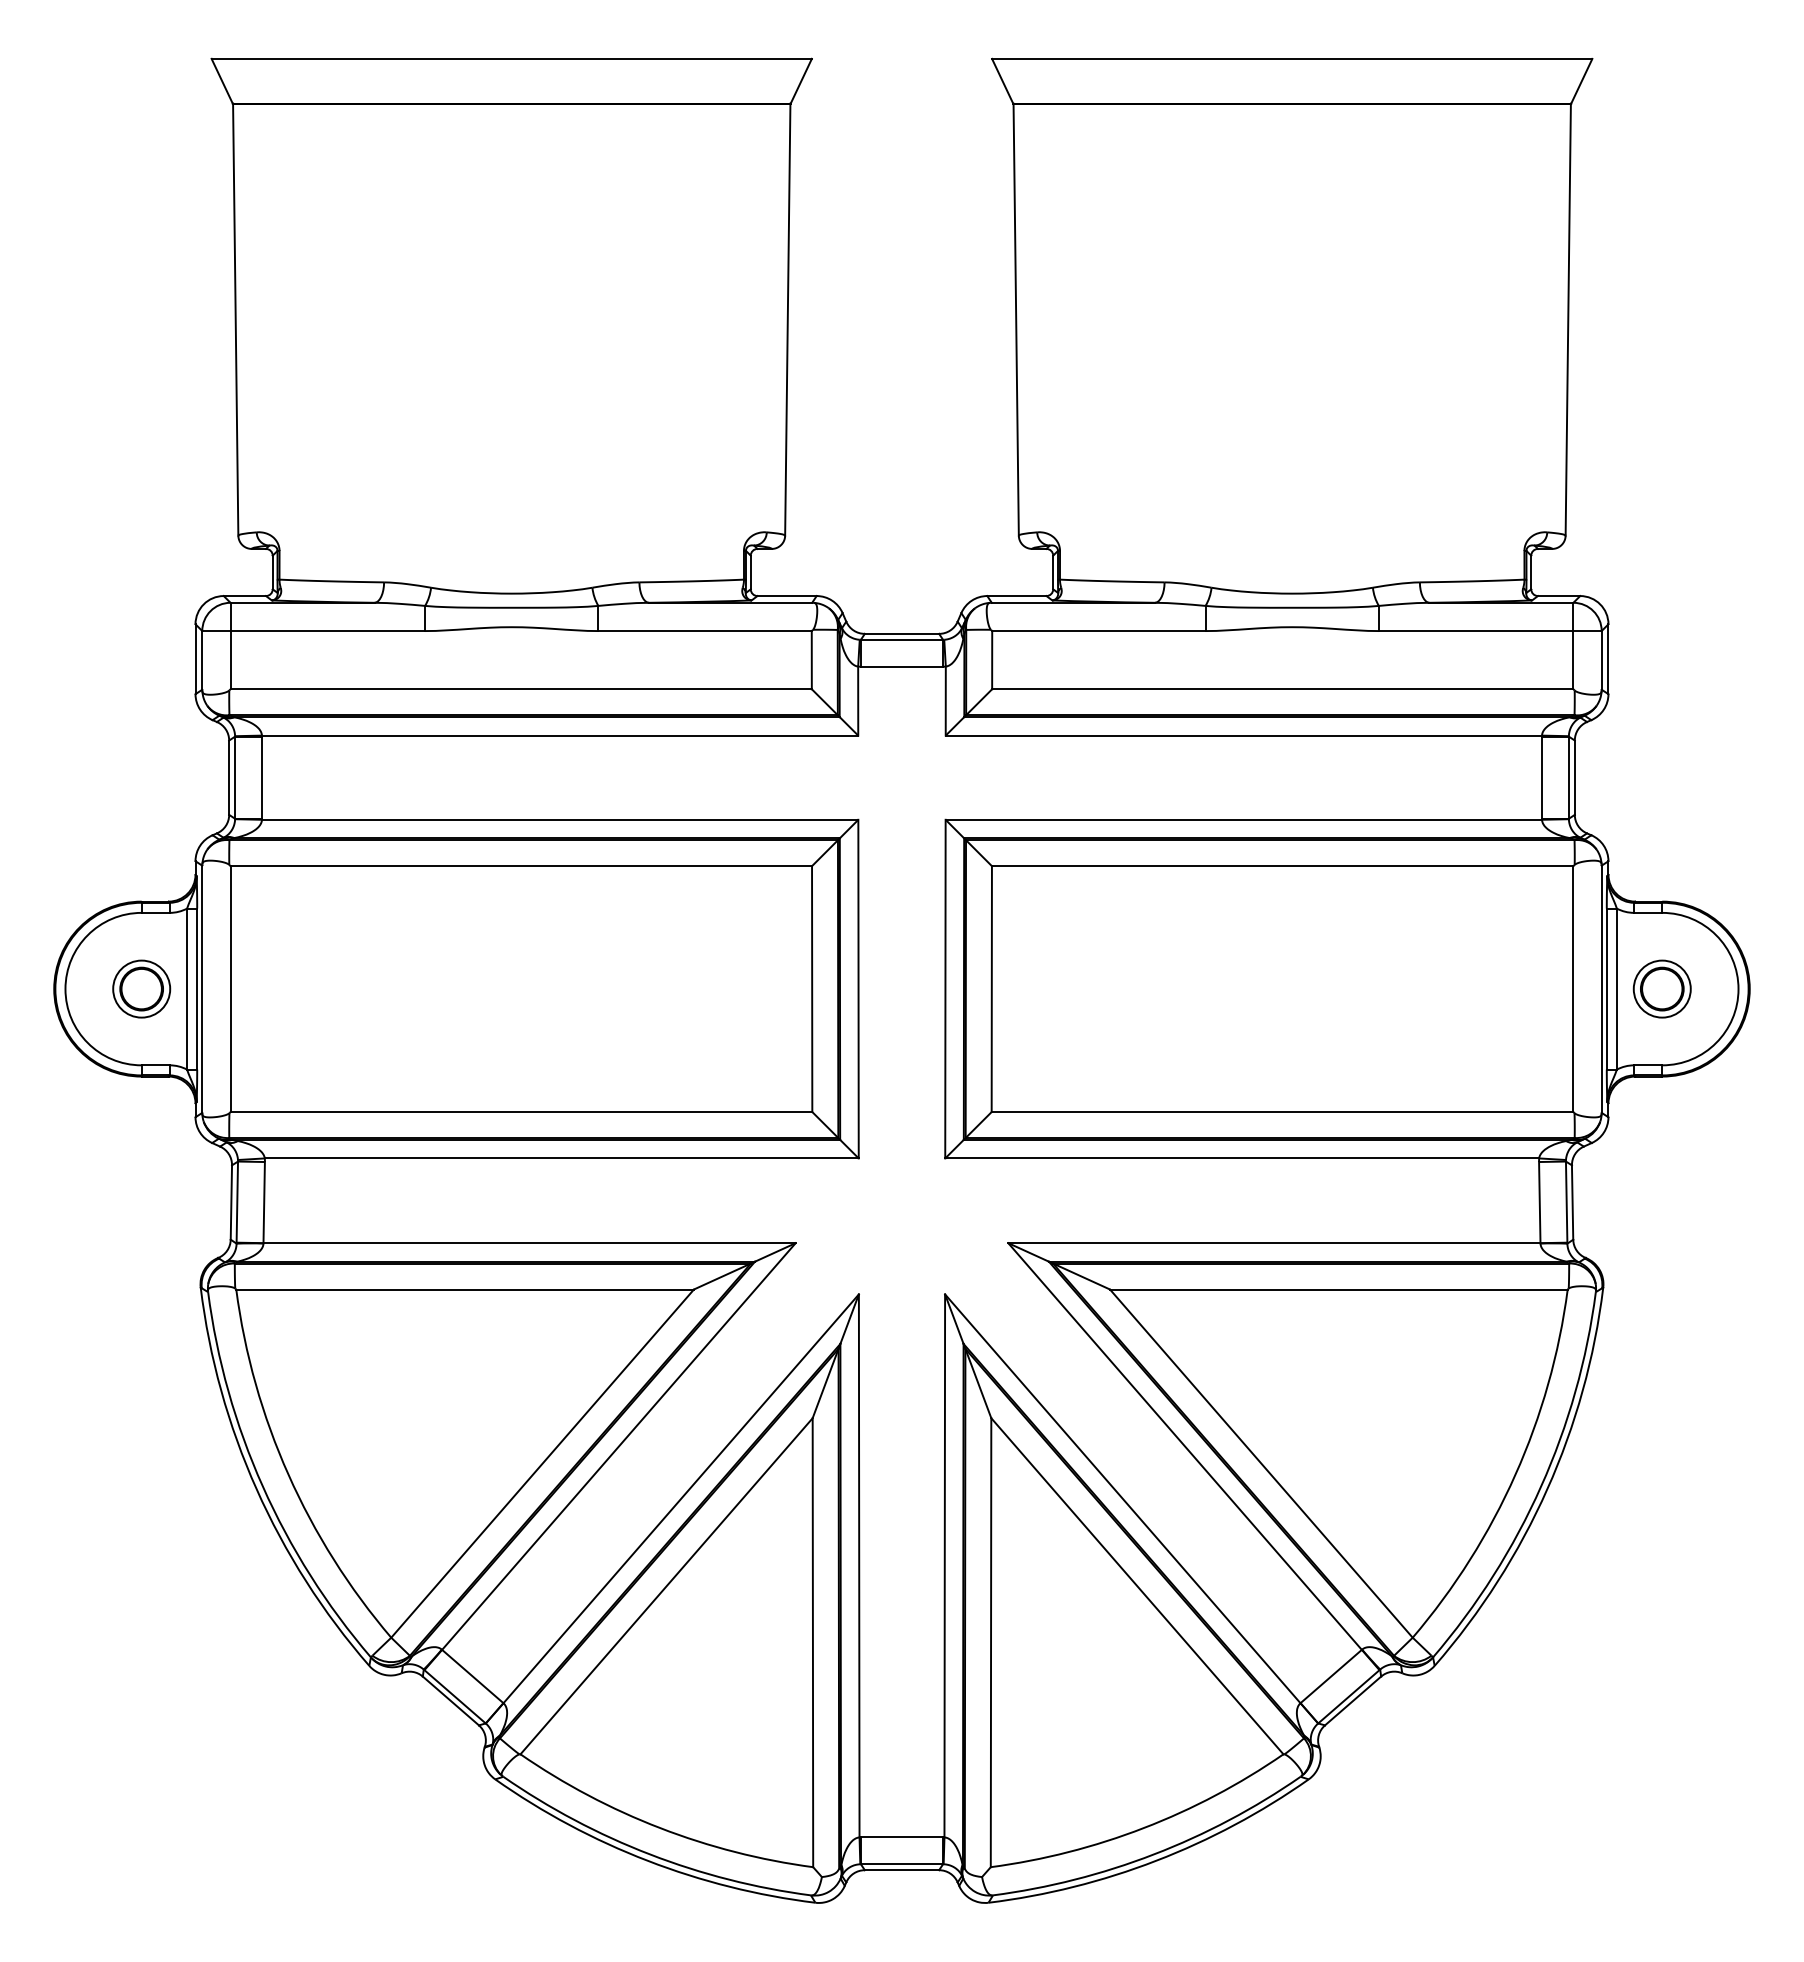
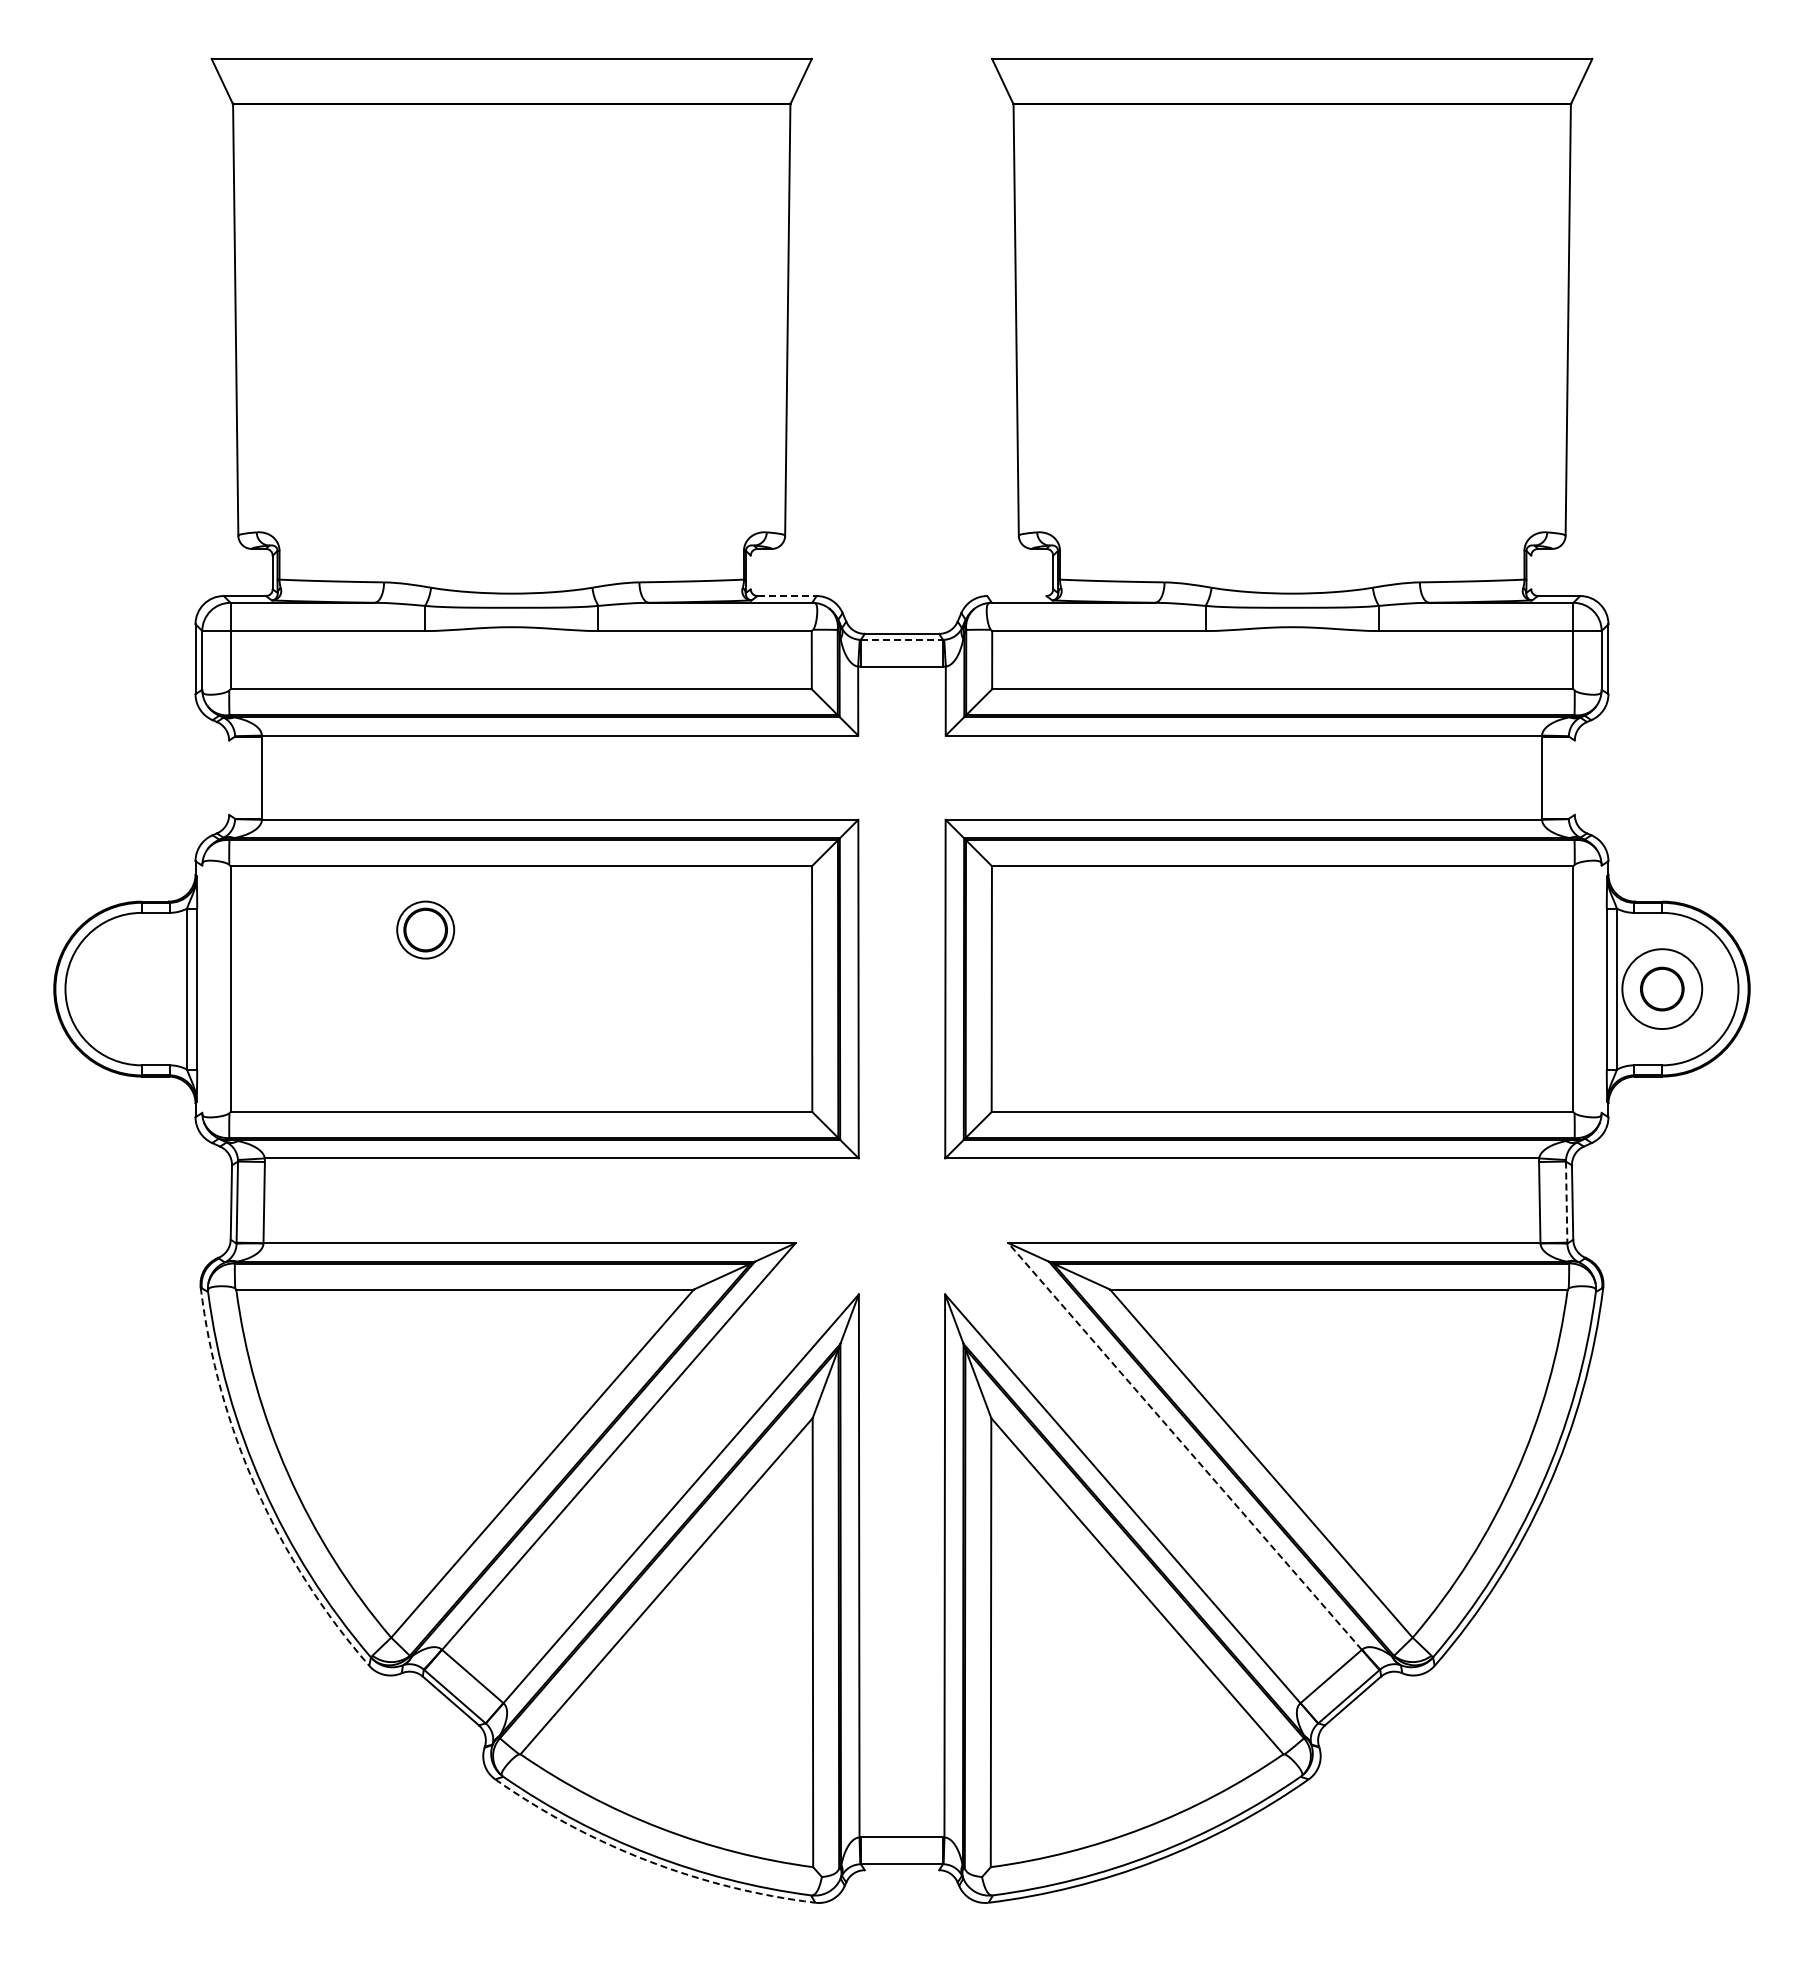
line at (750, 572): present -> none
line at (1531, 572): present -> none
line at (787, 596): solid -> dashed
line at (1016, 596): present -> none
line at (902, 639): solid -> dashed
line at (229, 777): present -> none
line at (235, 777): present -> none
line at (1568, 777): present -> none
line at (1574, 777): present -> none
part at (141, 988) position: (141, 988) -> (425, 929)
line at (202, 988): present -> none
line at (1601, 988): present -> none
circle at (1661, 988) diameter: 57 px -> 80 px
line at (1566, 1202): solid -> dashed
line at (1184, 1446): solid -> dashed
arc at (256, 1489): solid -> dashed
arc at (647, 1860): solid -> dashed
line at (901, 1870): present -> none
